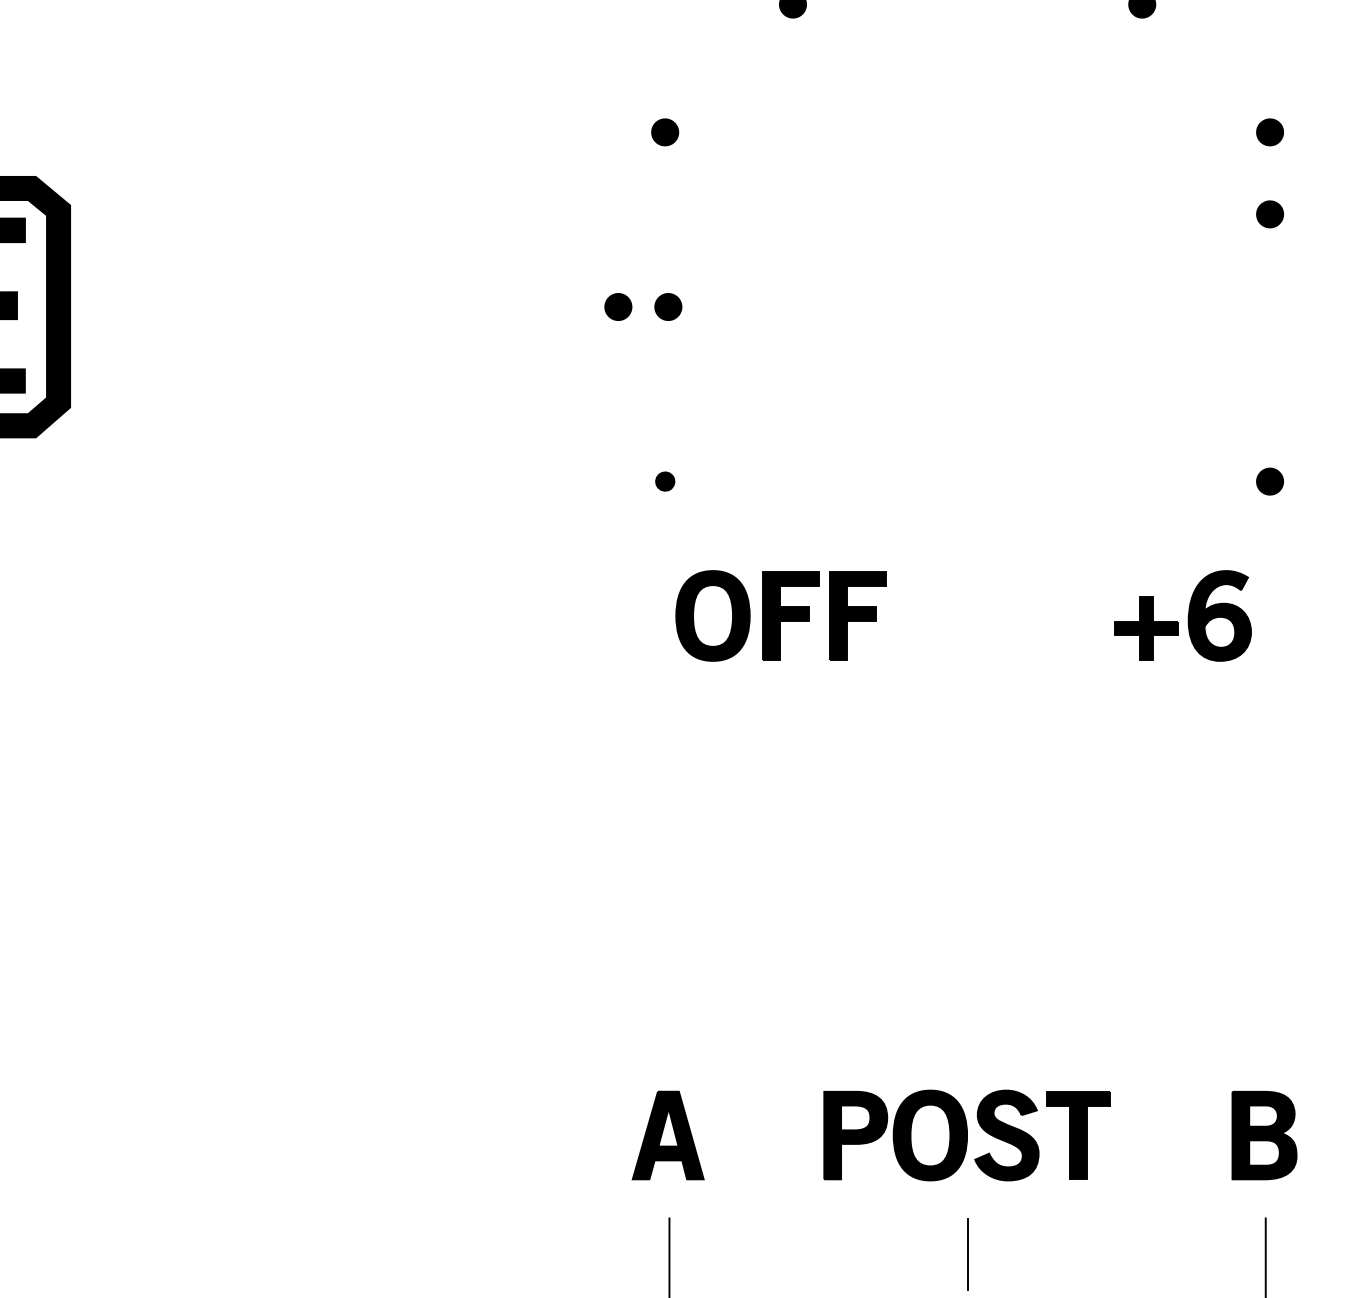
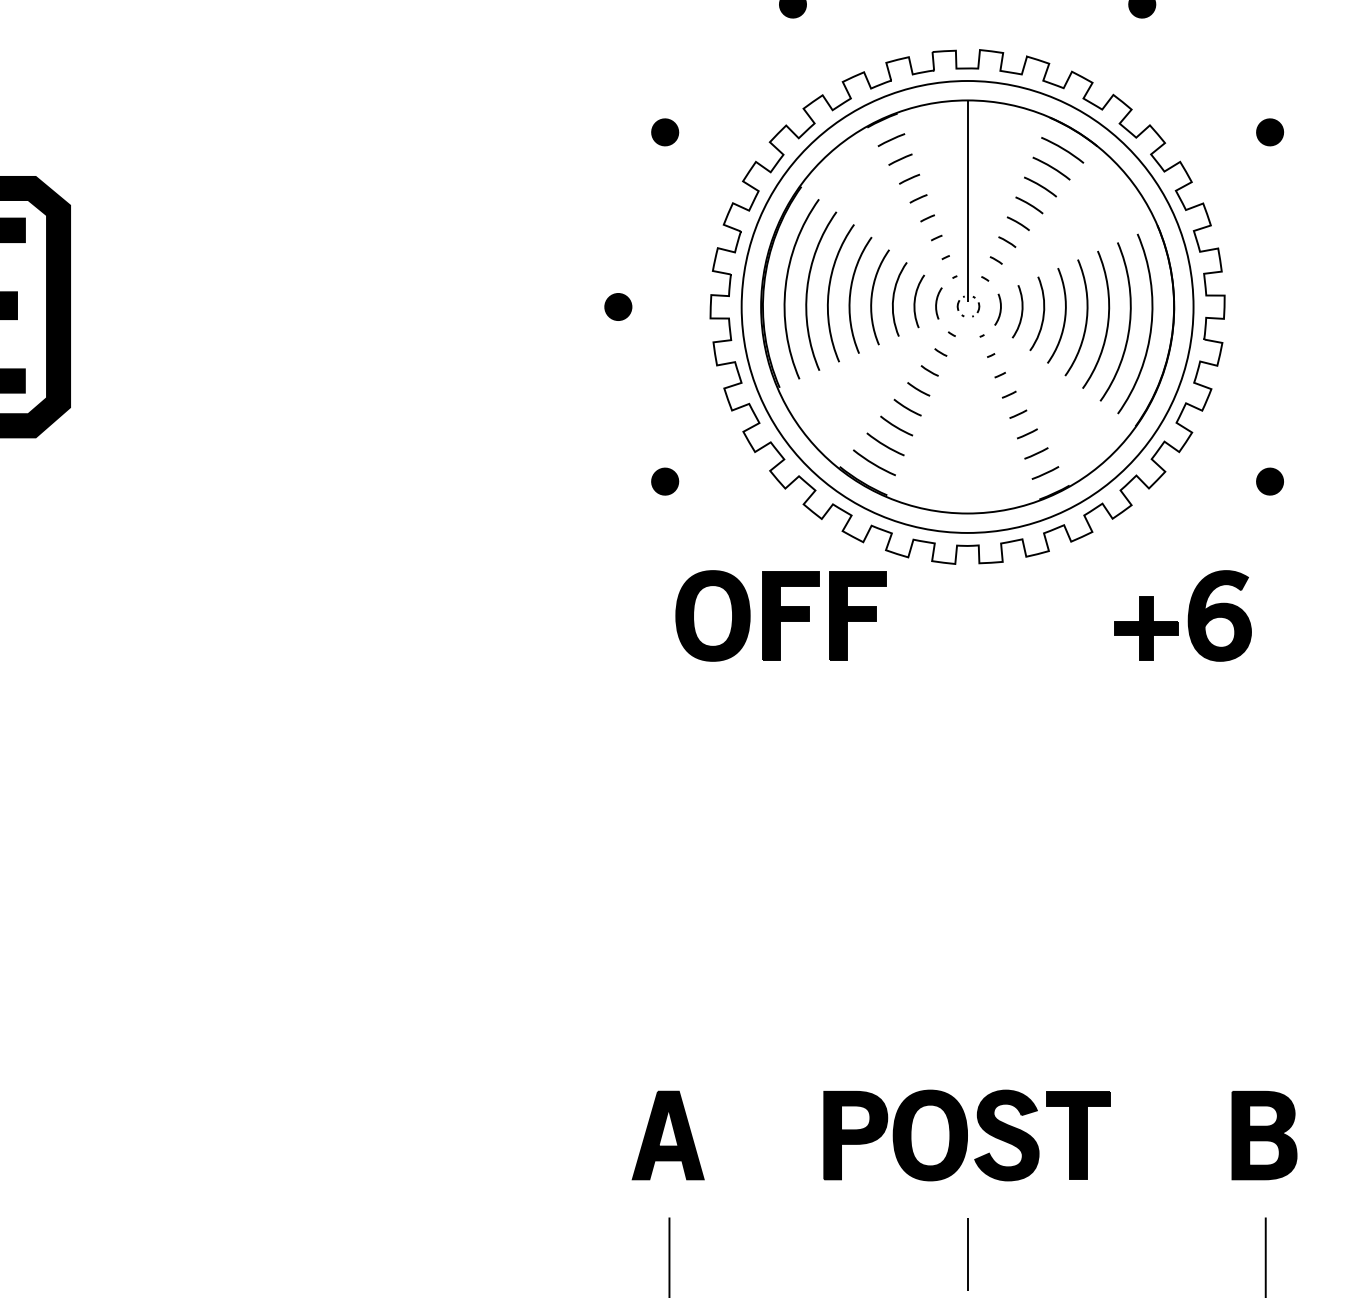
part at (1270, 214): present -> none
part at (668, 306): present -> none
part at (967, 306): none -> present
part at (665, 481) size: 21x21 px -> 29x29 px
